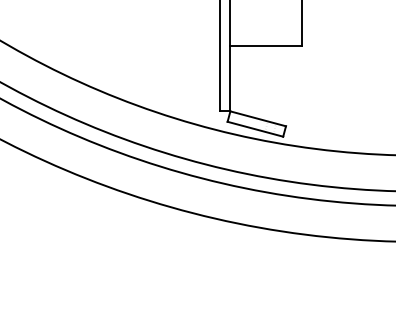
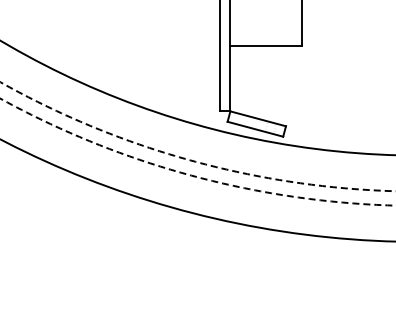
circle at (197, 136): solid -> dashed
circle at (197, 151): solid -> dashed
